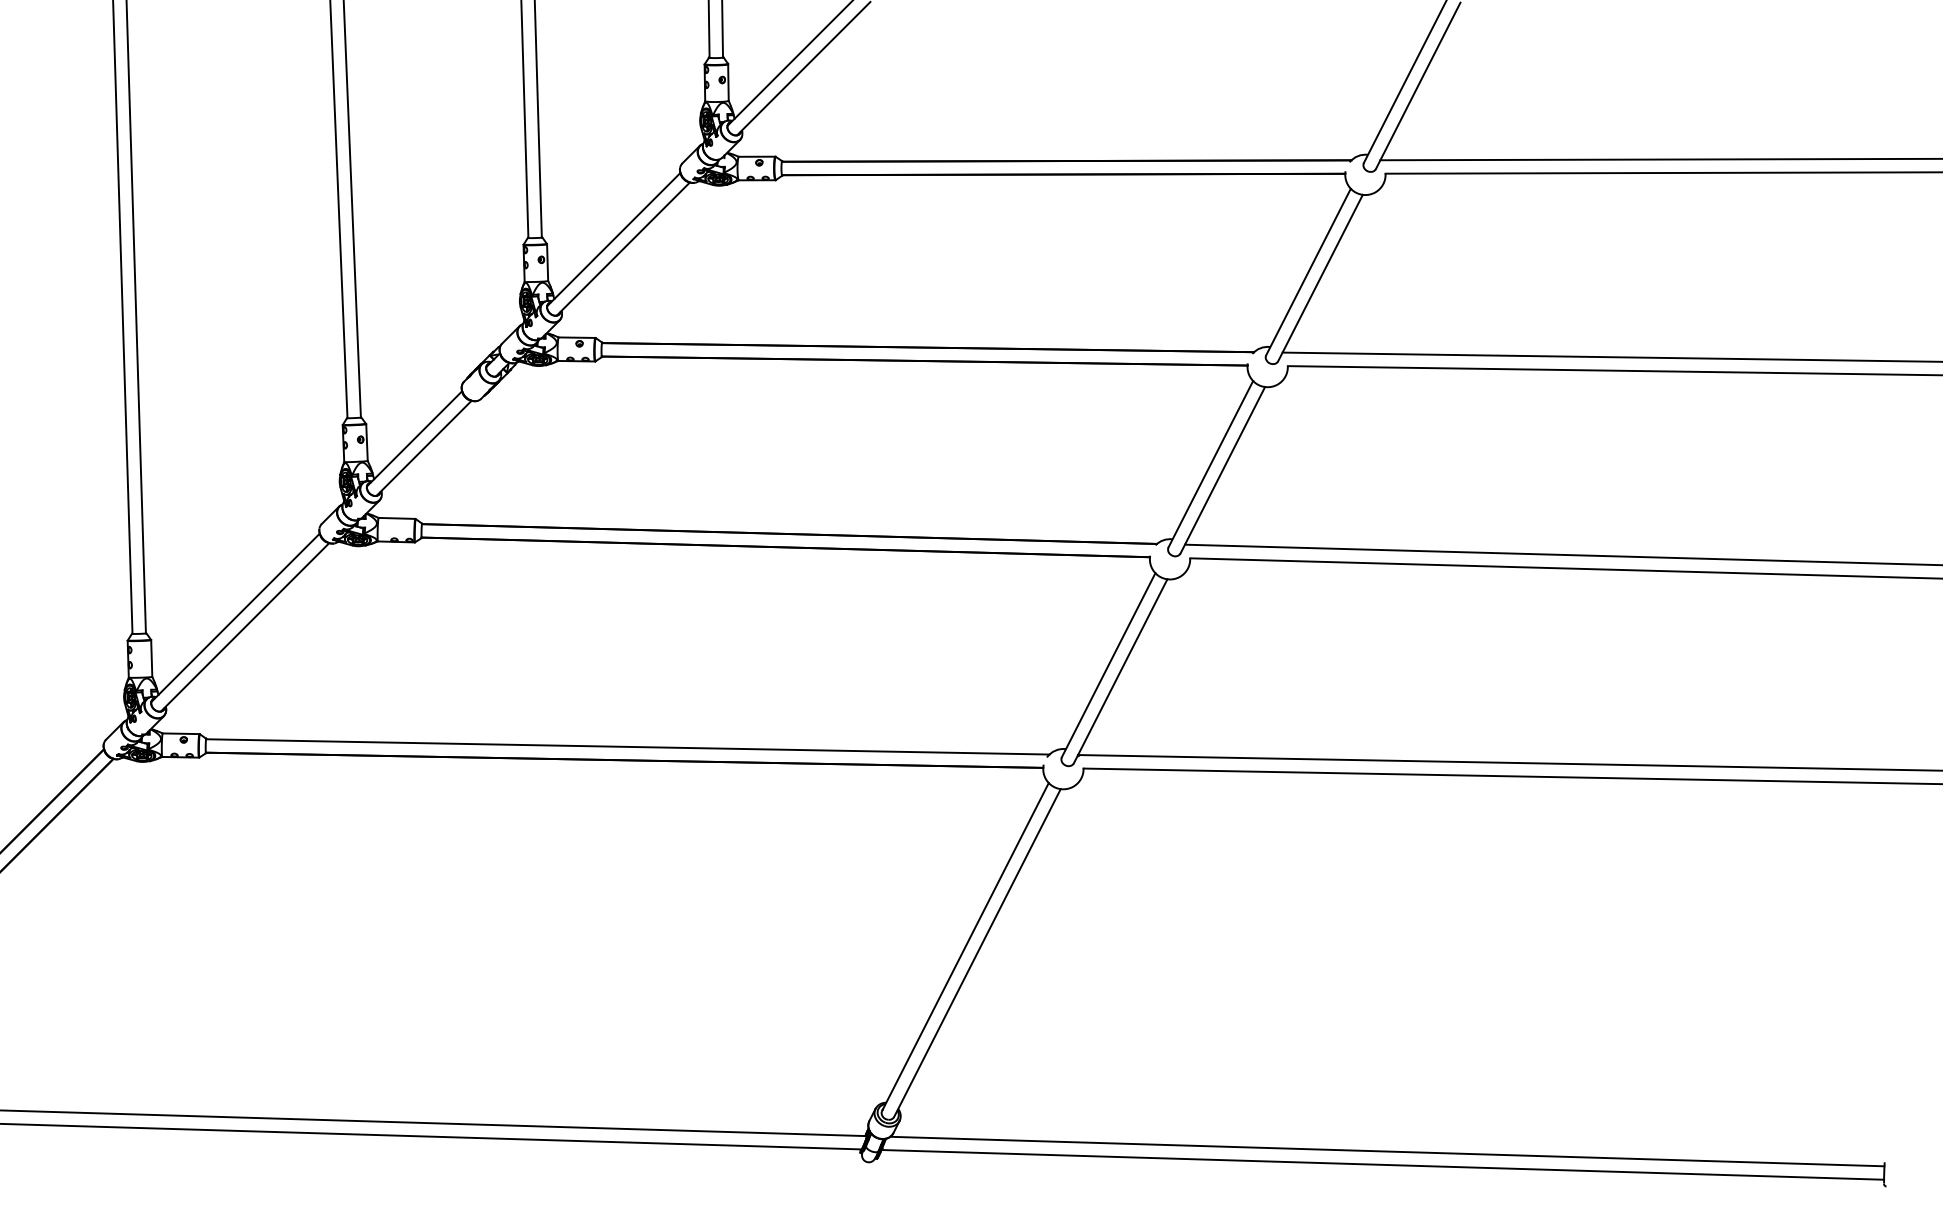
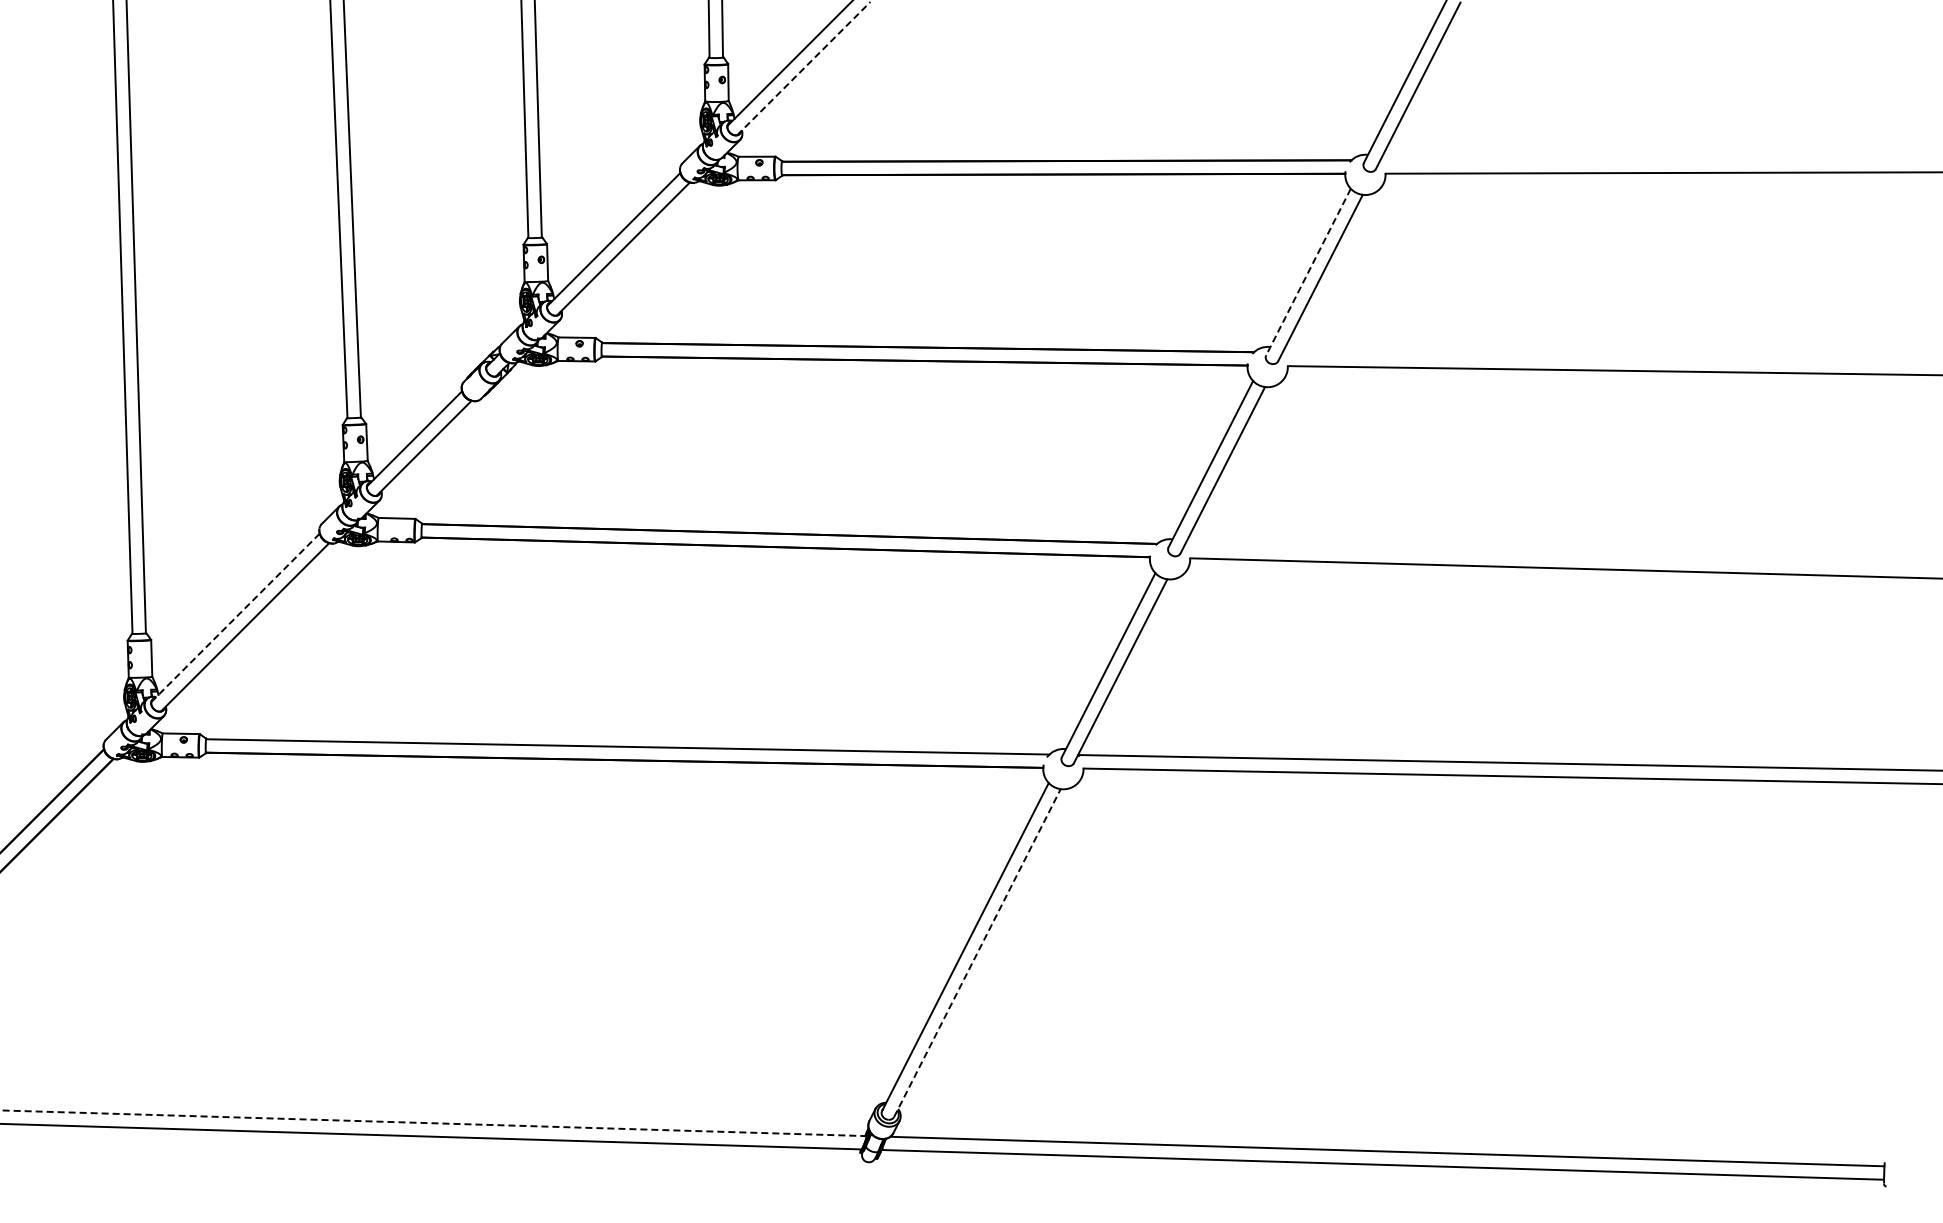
line at (804, 68): solid -> dashed
line at (1659, 159): present -> none
line at (1308, 272): solid -> dashed
line at (1610, 356): present -> none
line at (1562, 554): present -> none
line at (235, 618): solid -> dashed
line at (977, 953): solid -> dashed
line at (433, 1123): solid -> dashed
